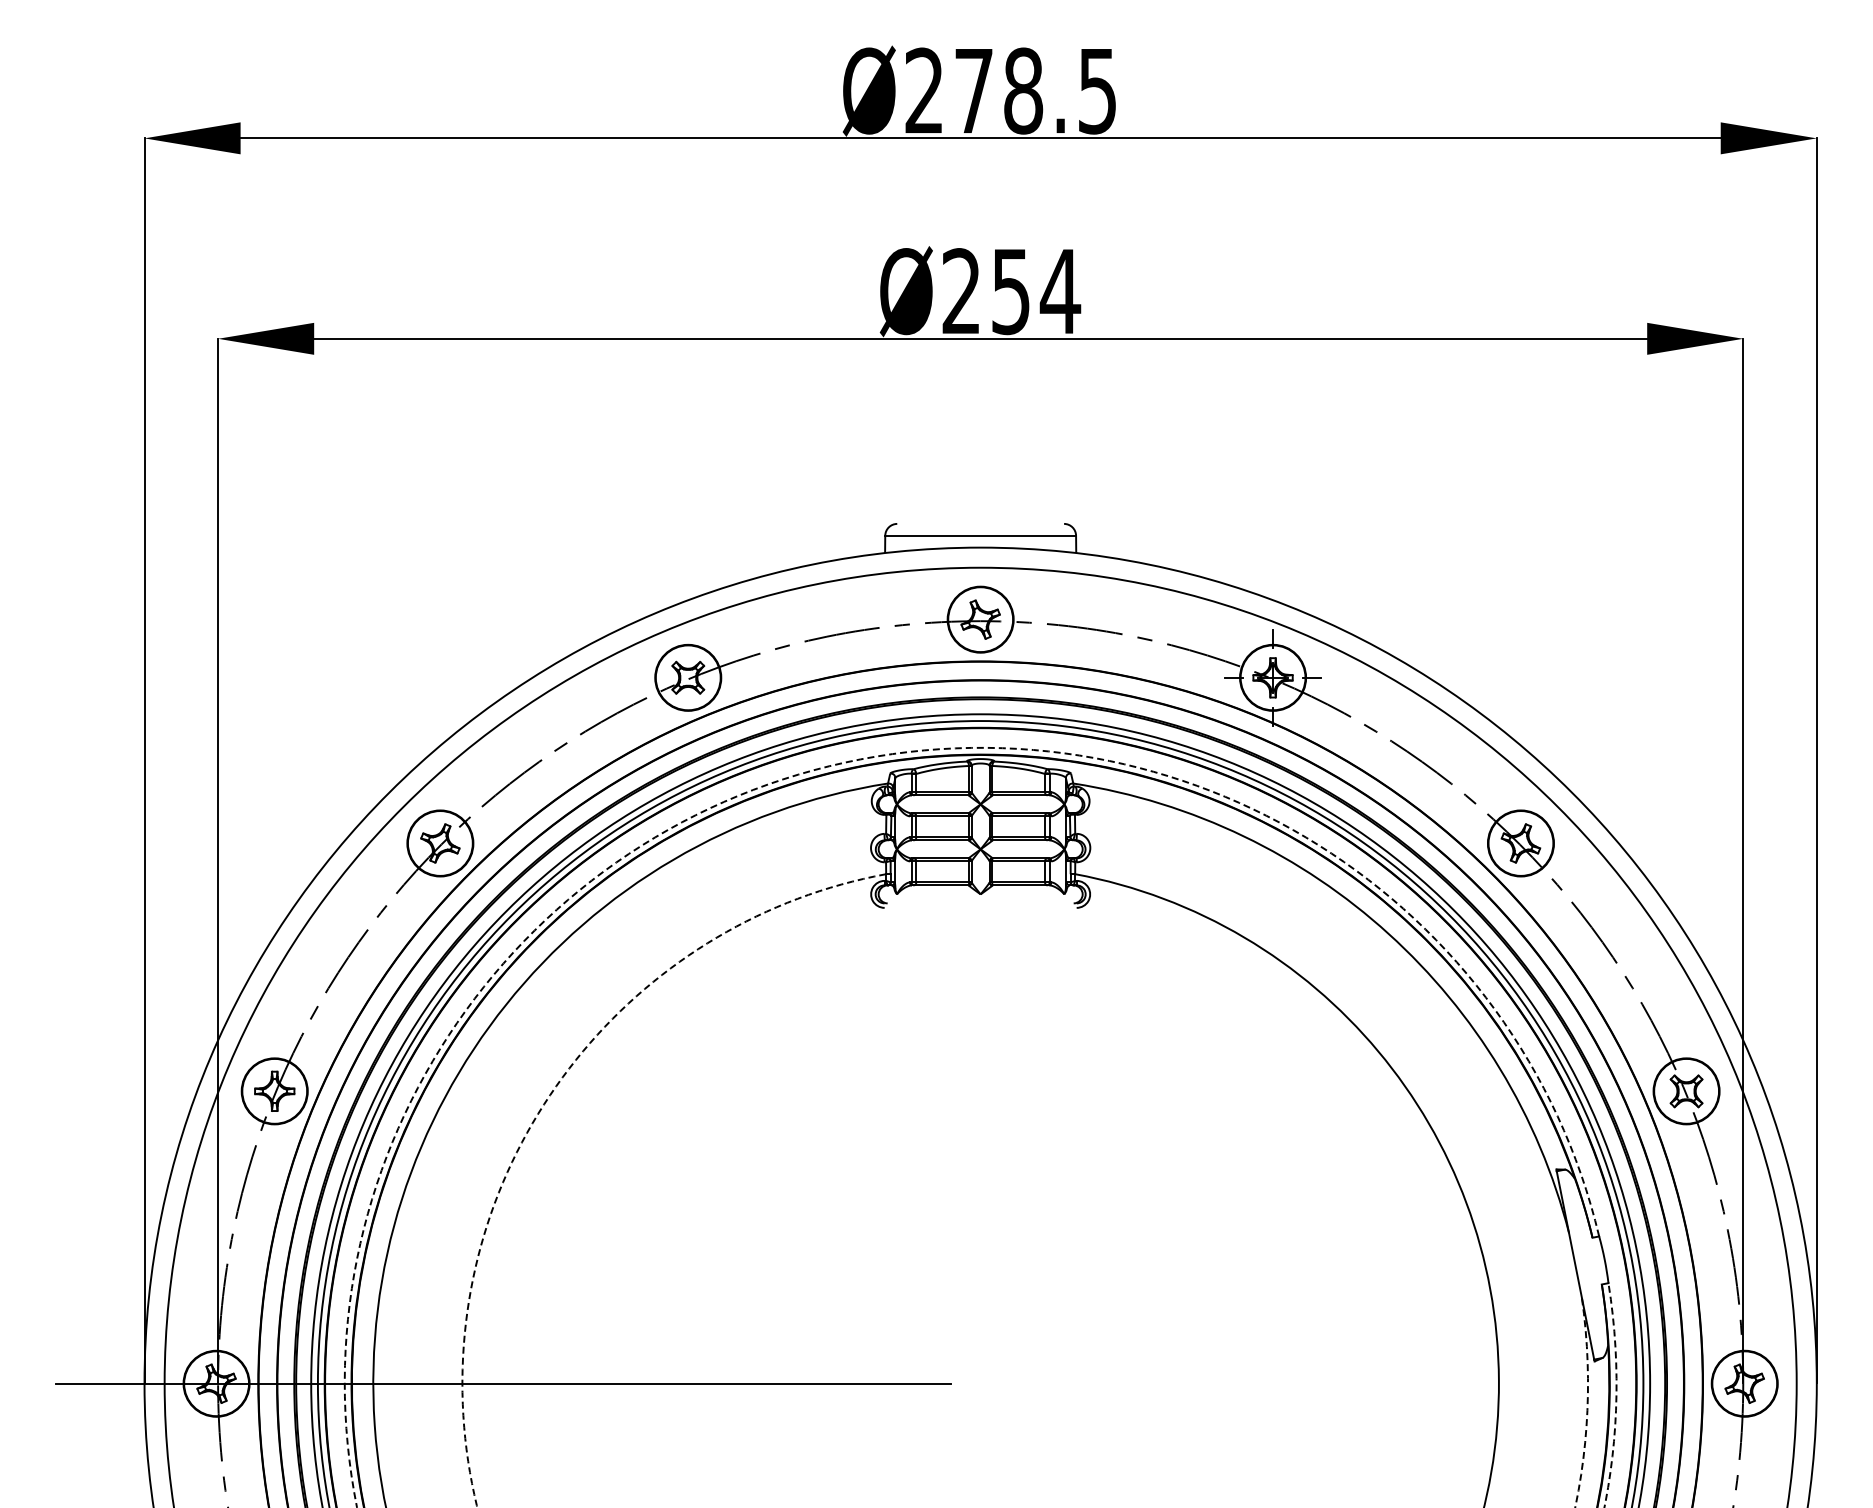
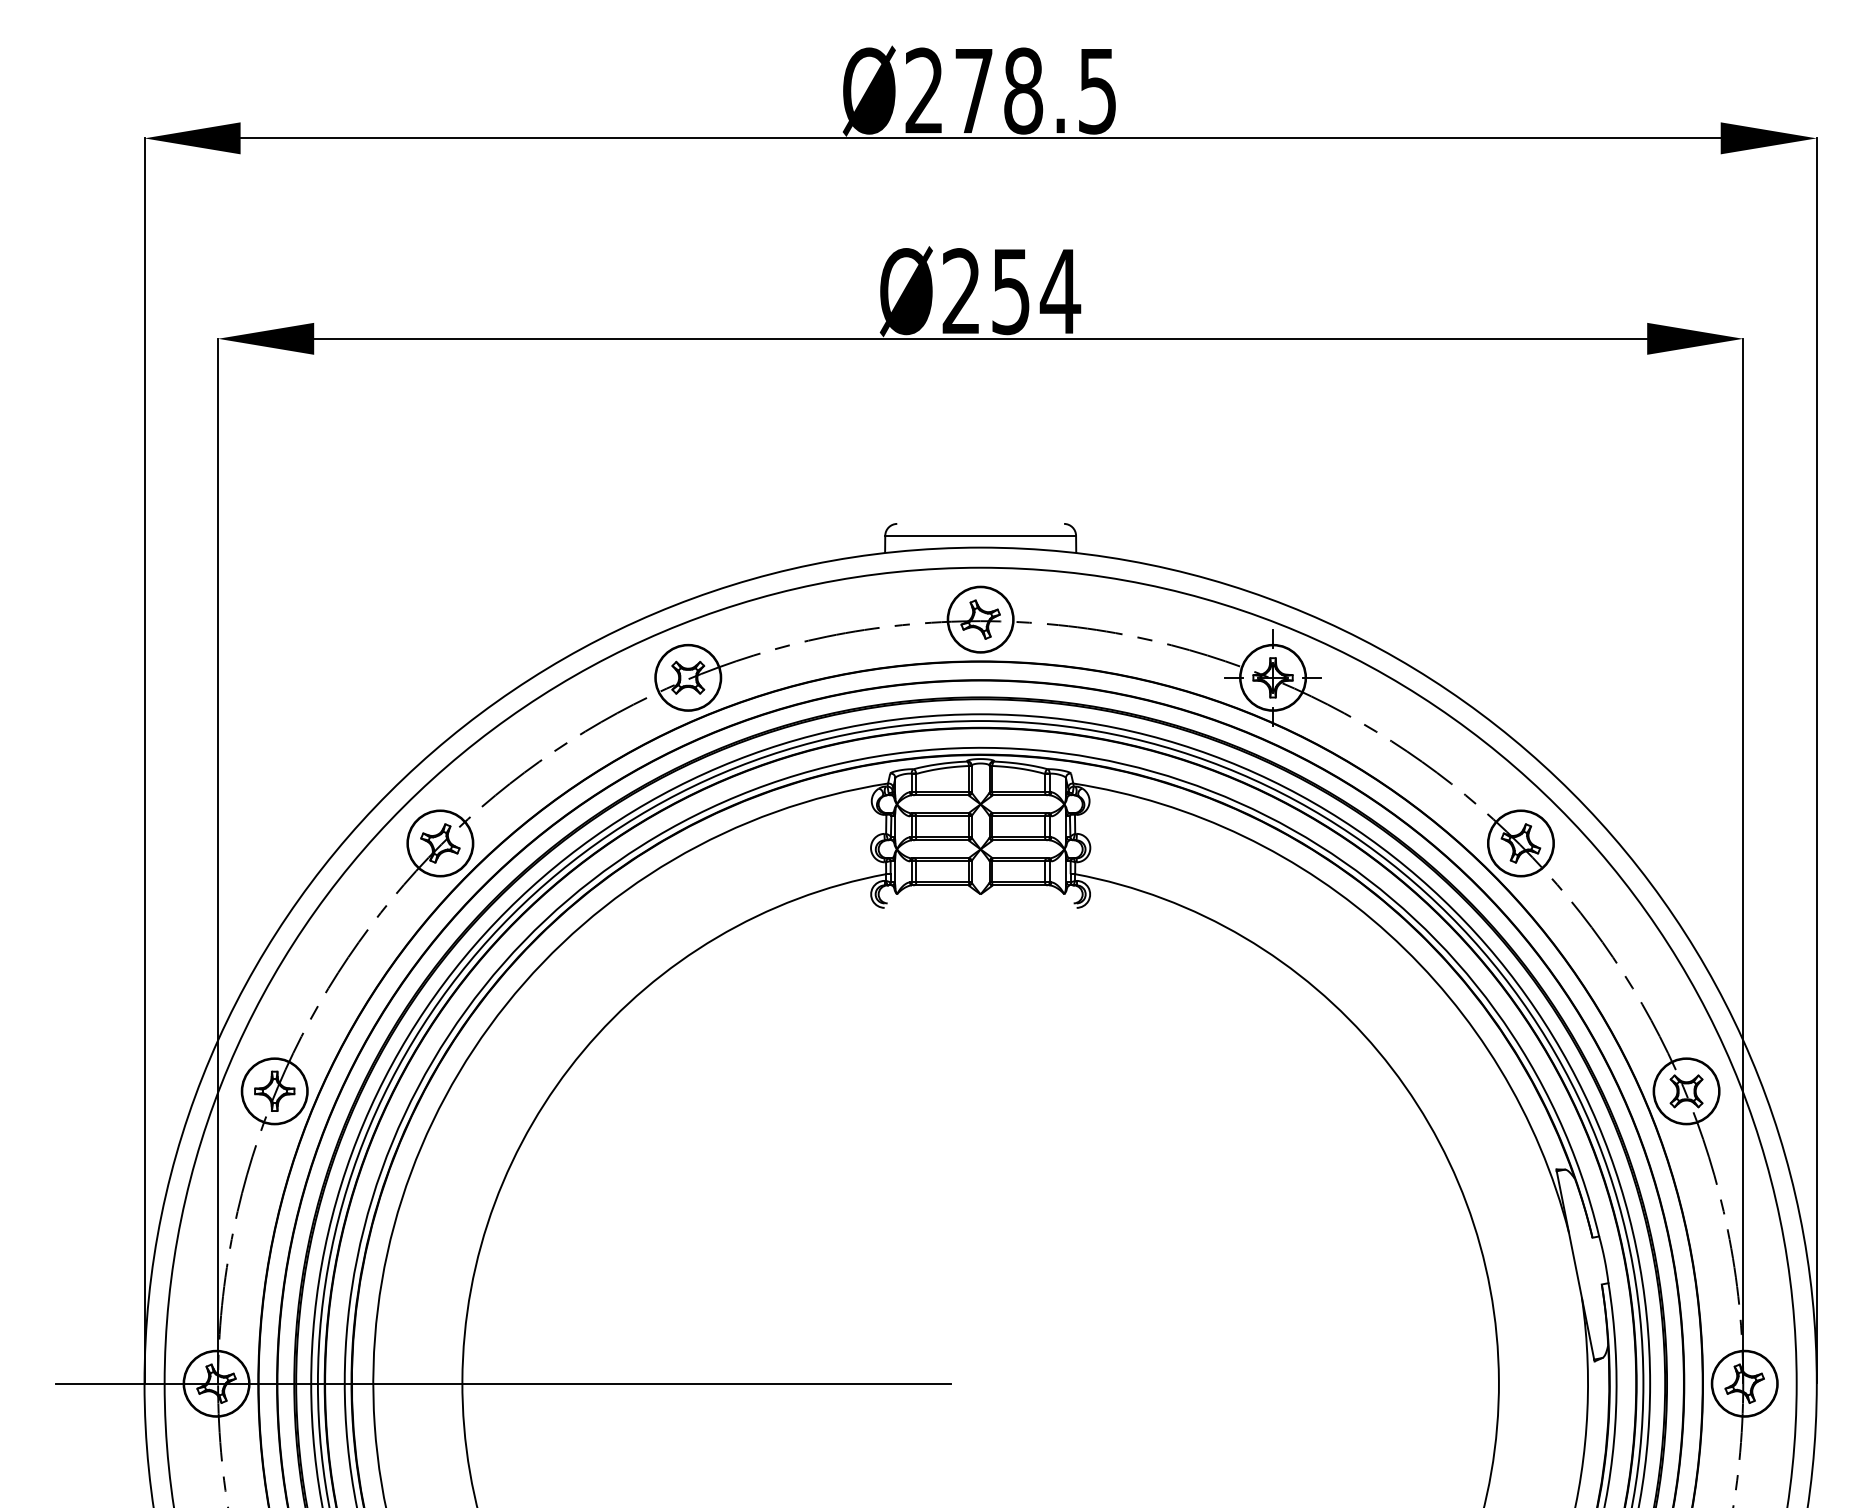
arc at (736, 796): dashed -> solid
arc at (544, 1103): dashed -> solid
arc at (1587, 1403): dashed -> solid
